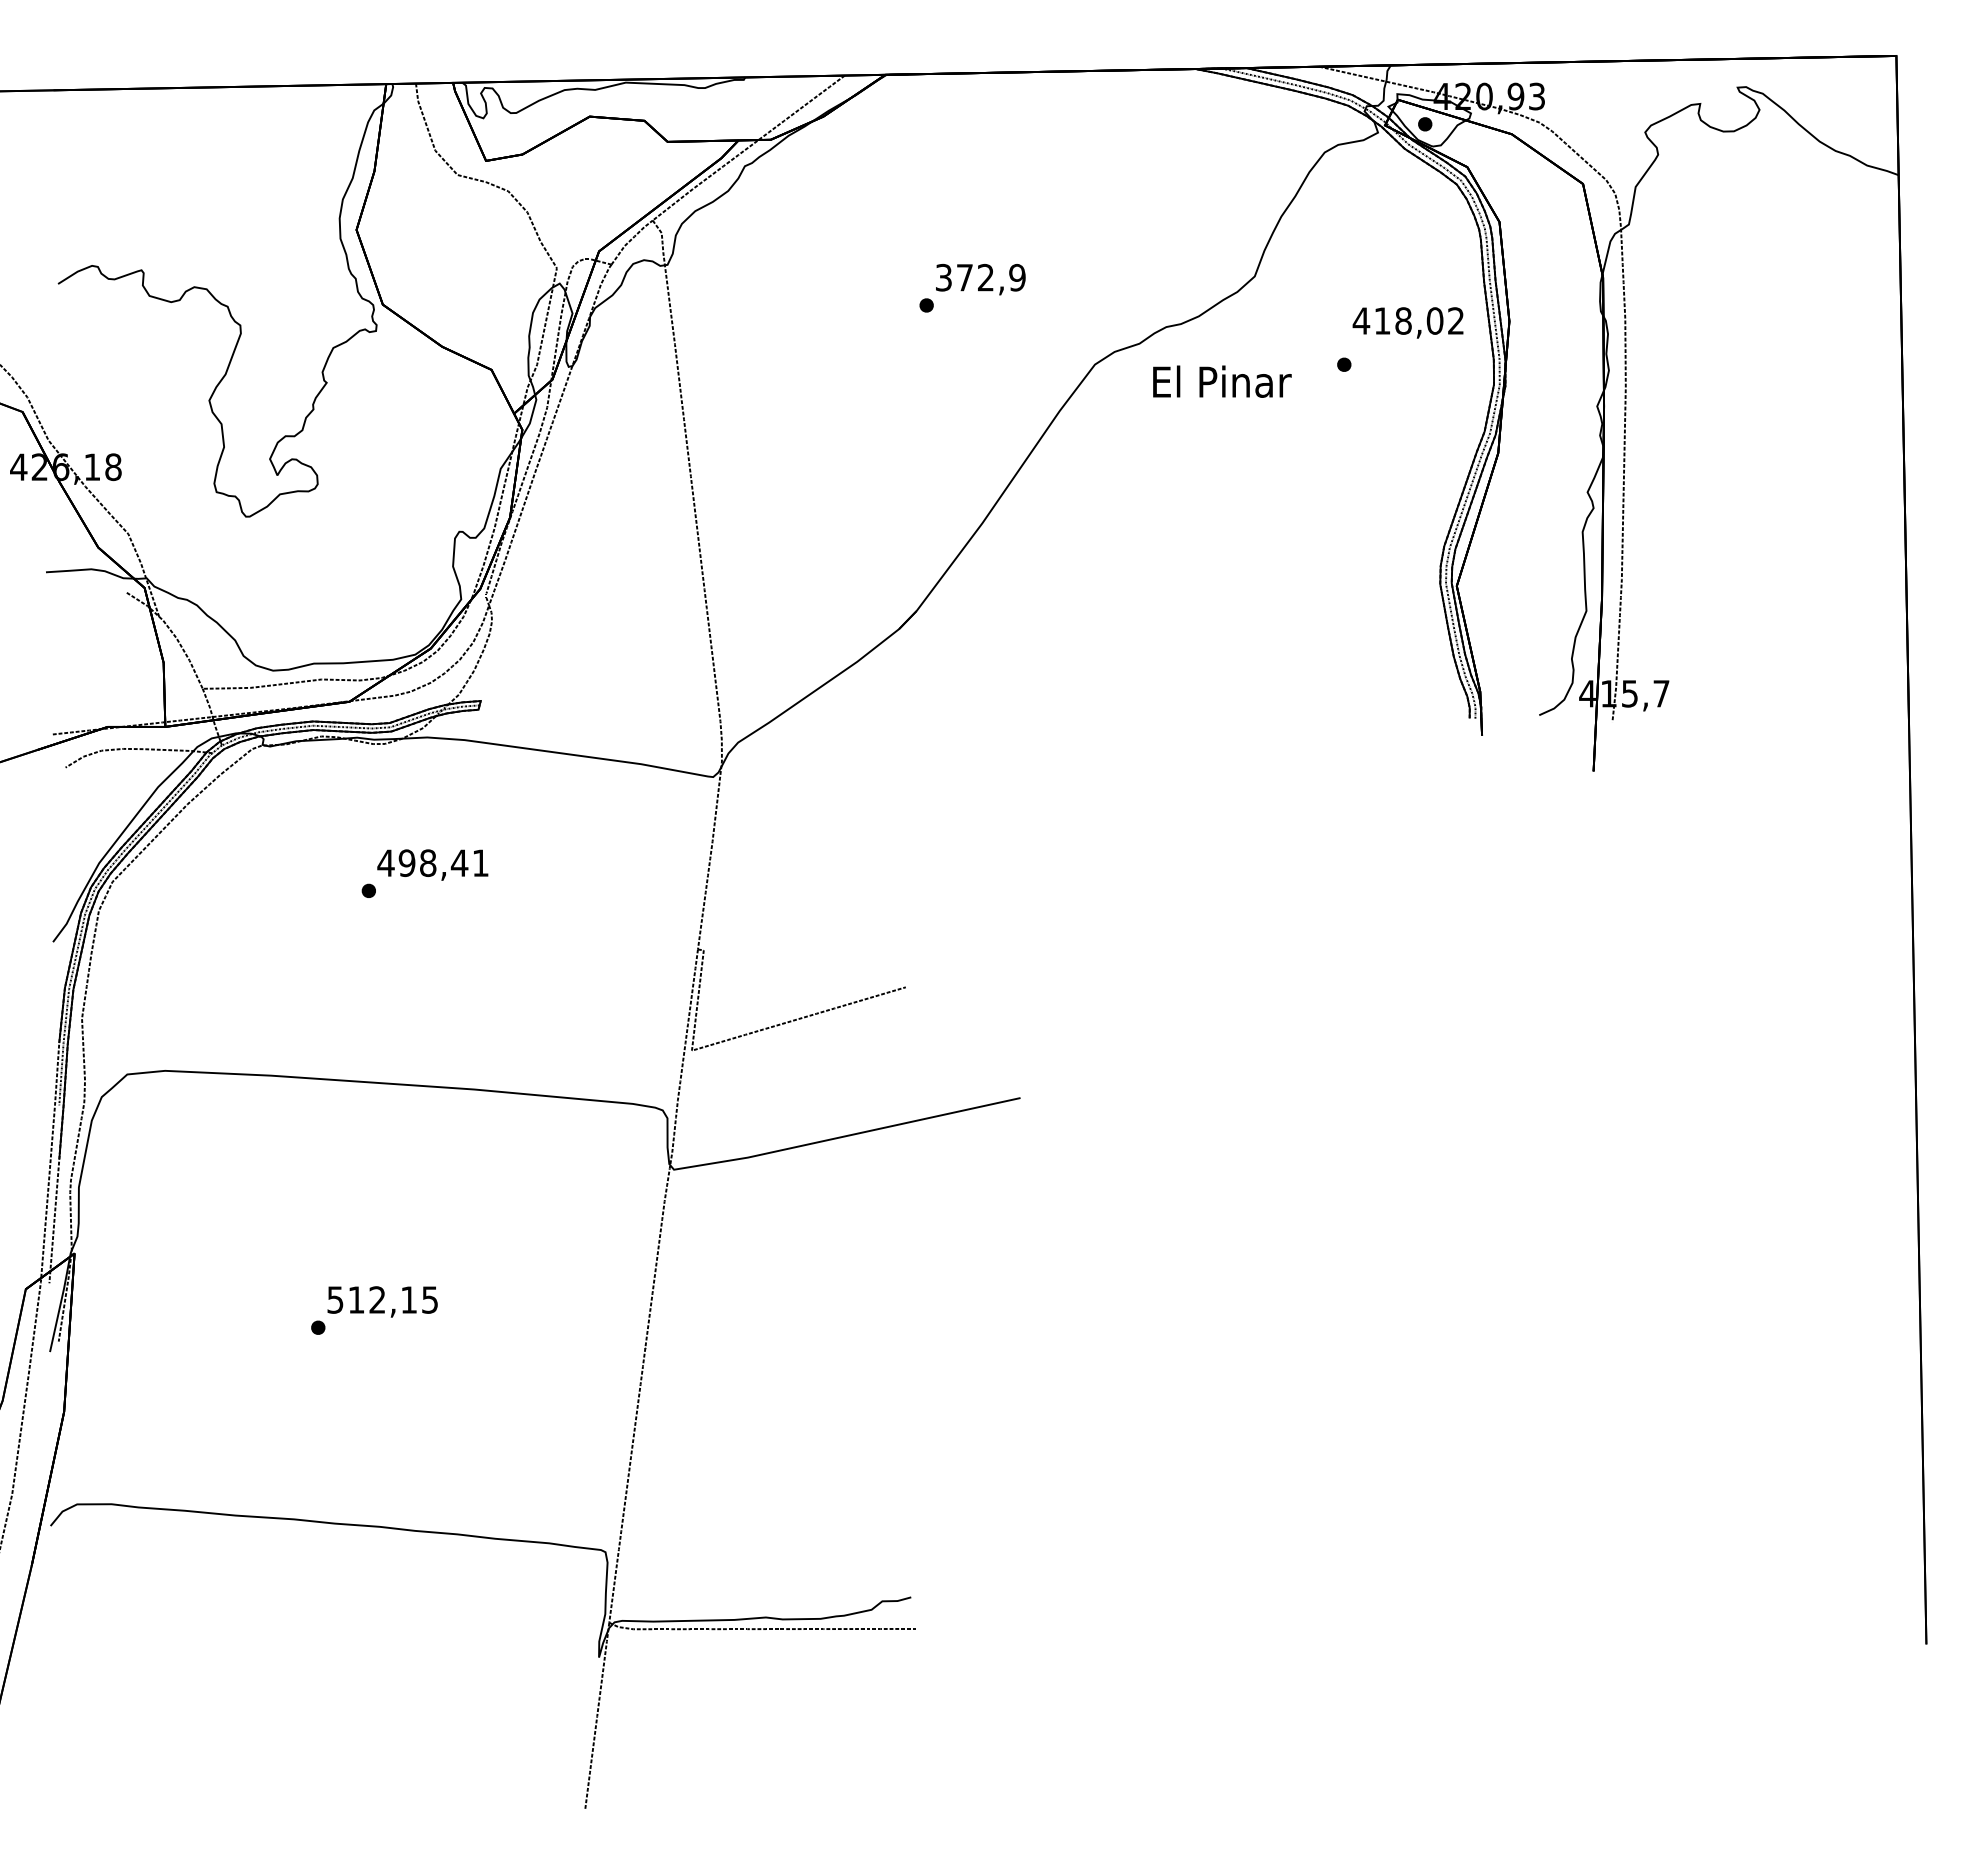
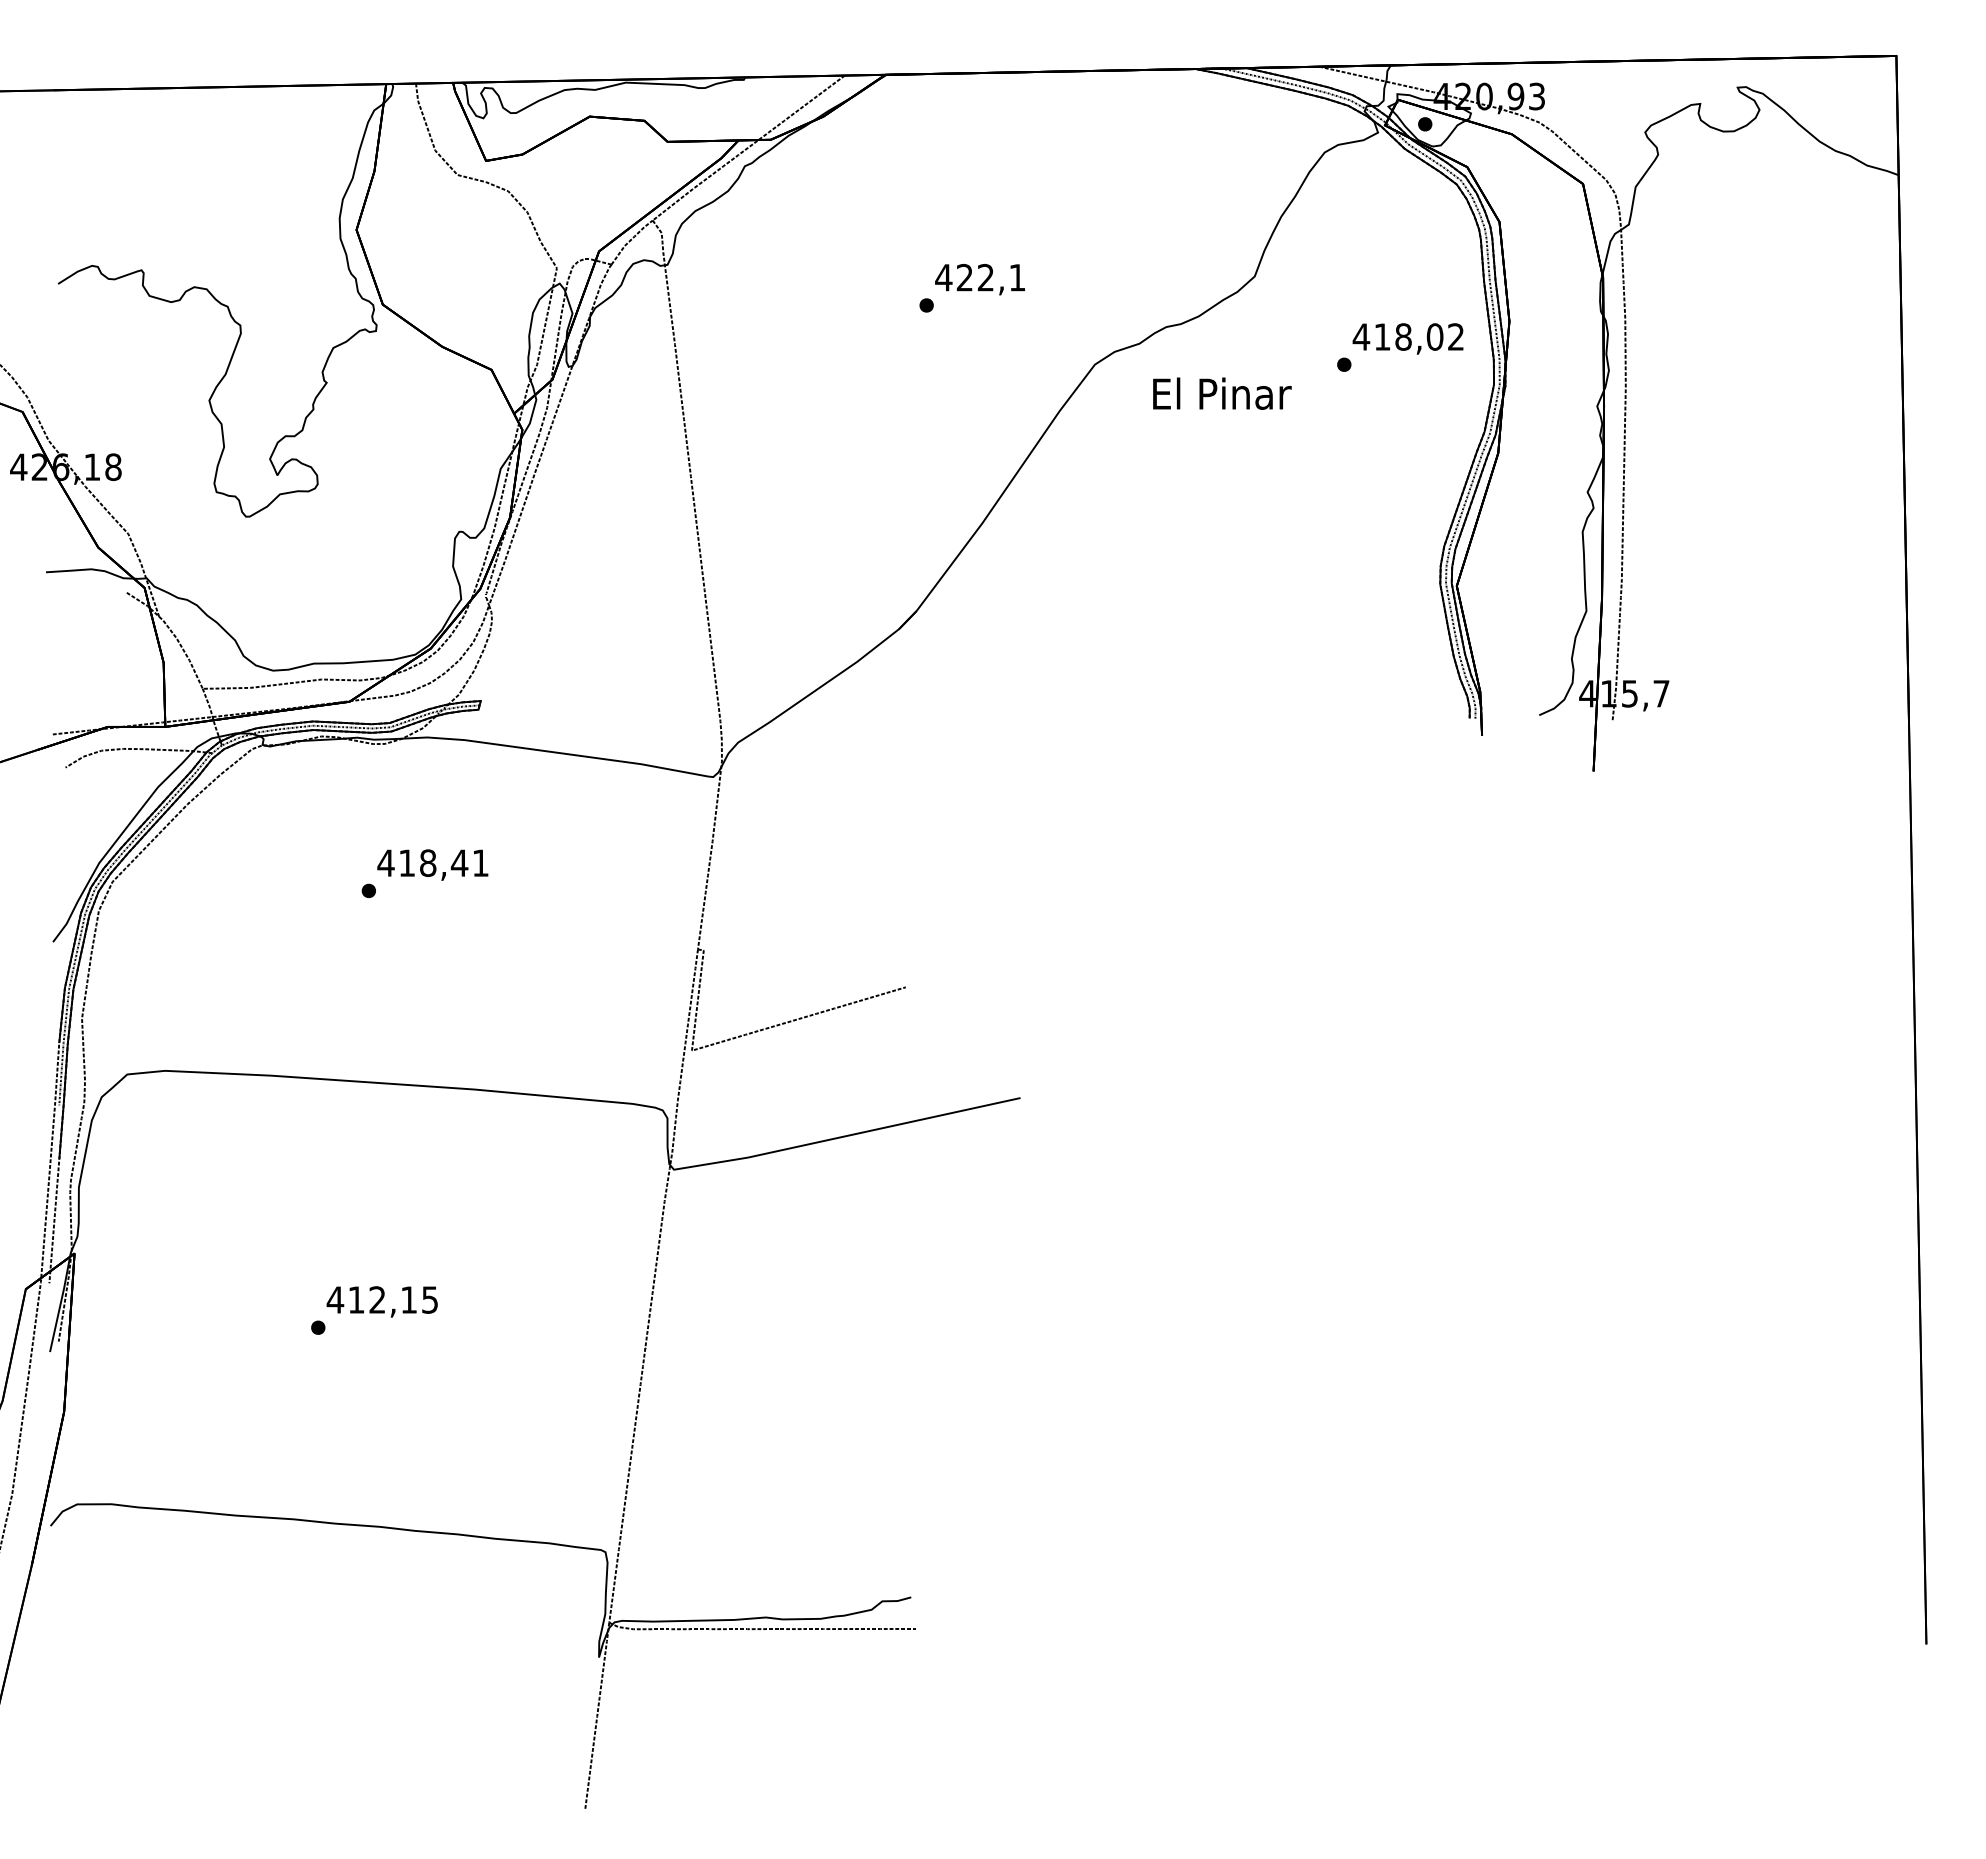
text at (980, 277): 372,9 -> 422,1
text at (1407, 322) position: (1407, 322) -> (1407, 338)
text at (1222, 381) position: (1222, 381) -> (1222, 393)
text at (406, 863): 498,41 -> 418,41
text at (335, 1299): 512,15 -> 412,15
